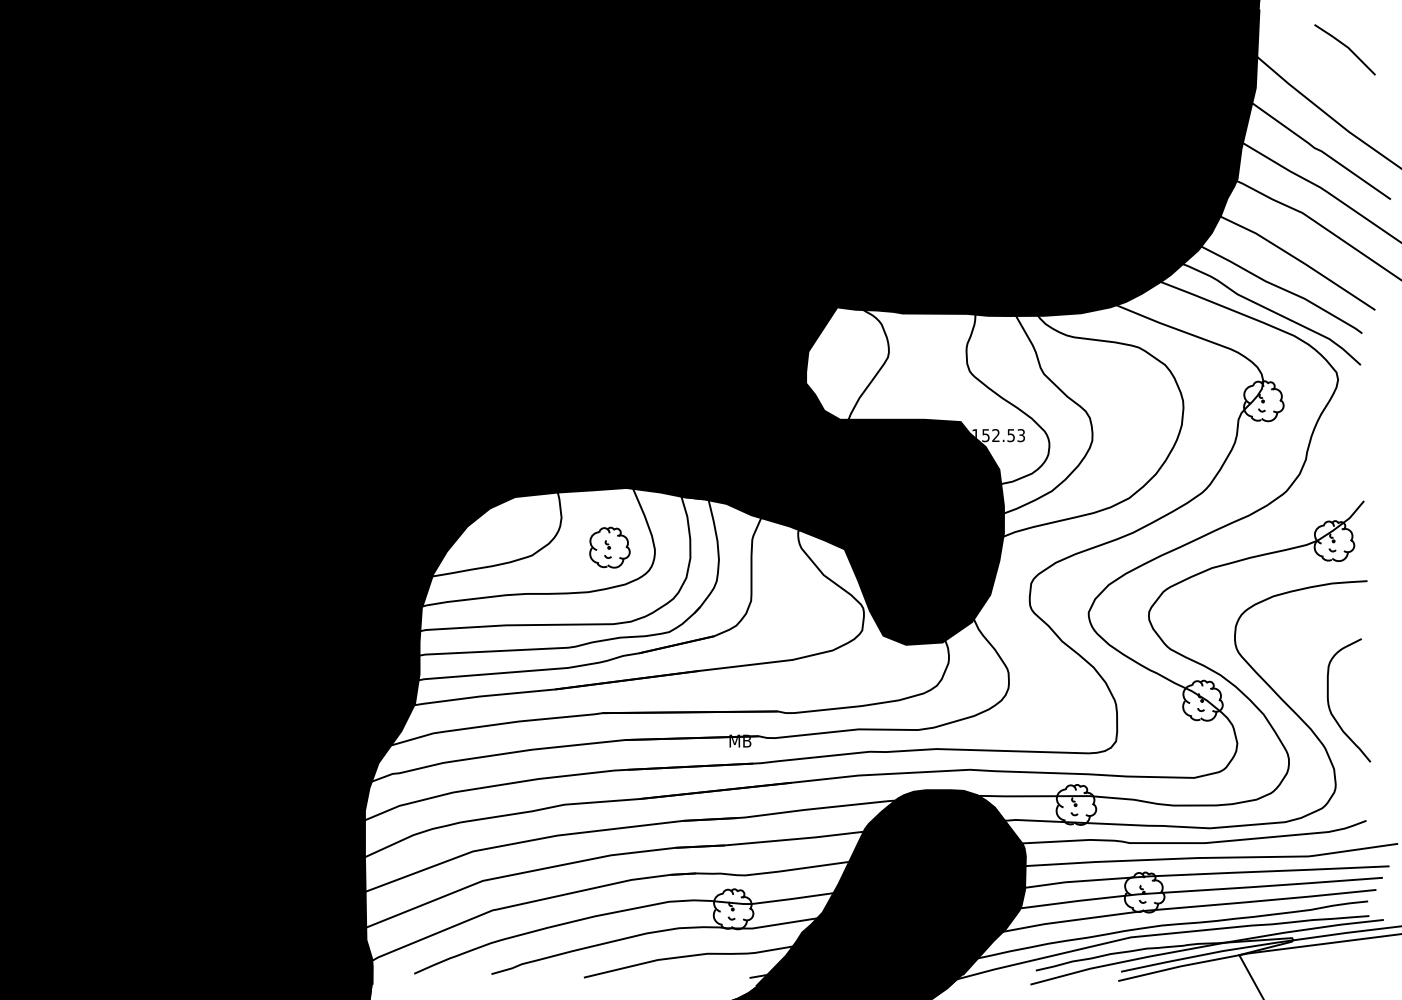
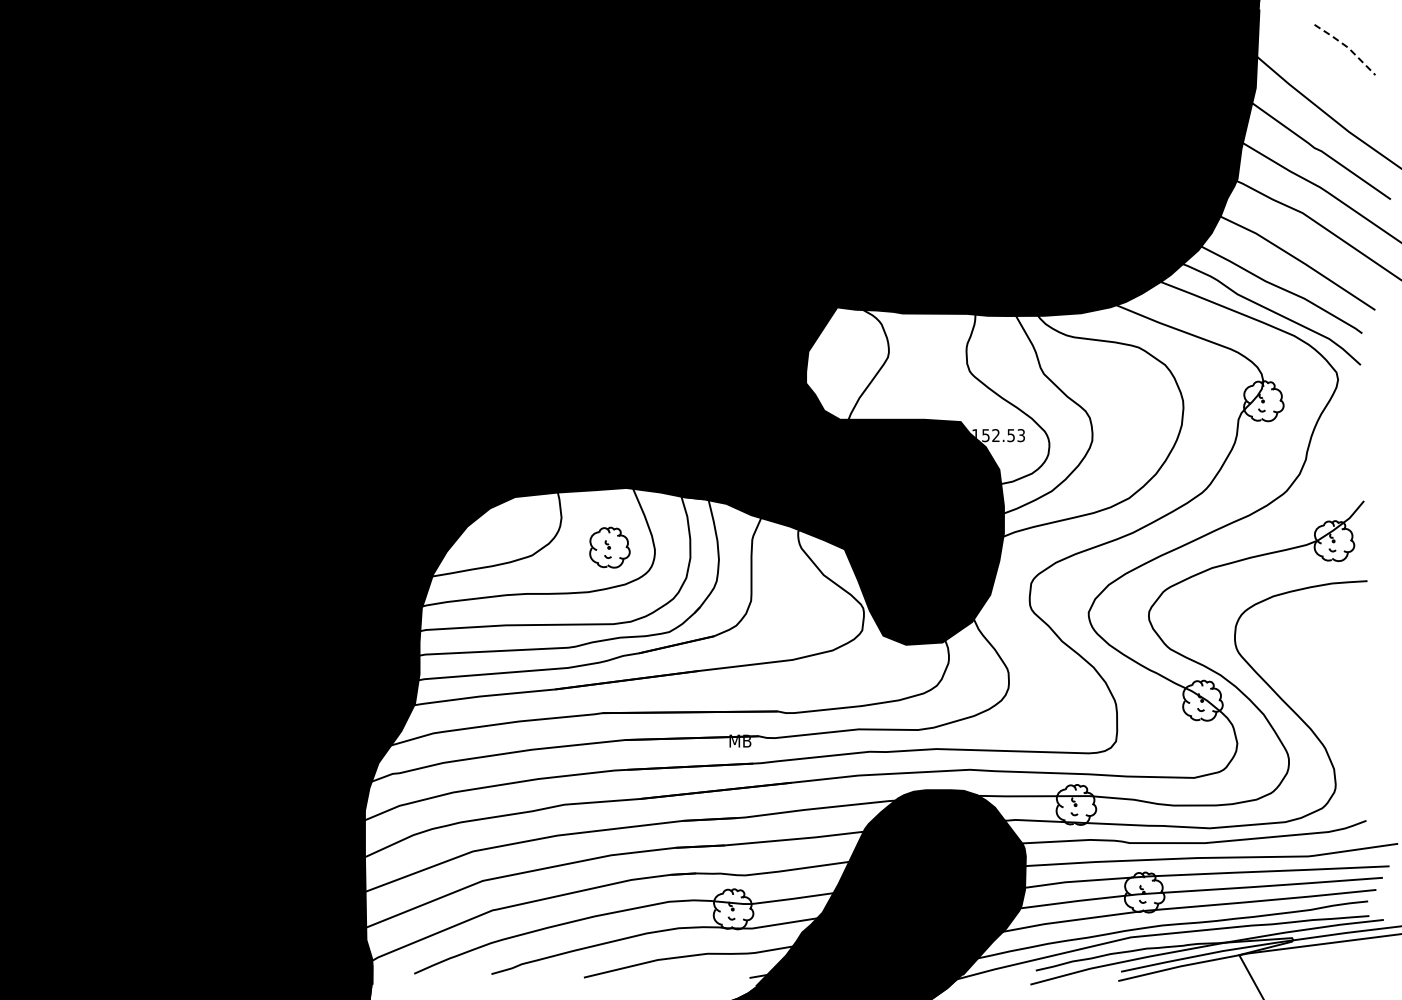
line at (1347, 47): solid -> dashed
curve at (1329, 702): present -> none
